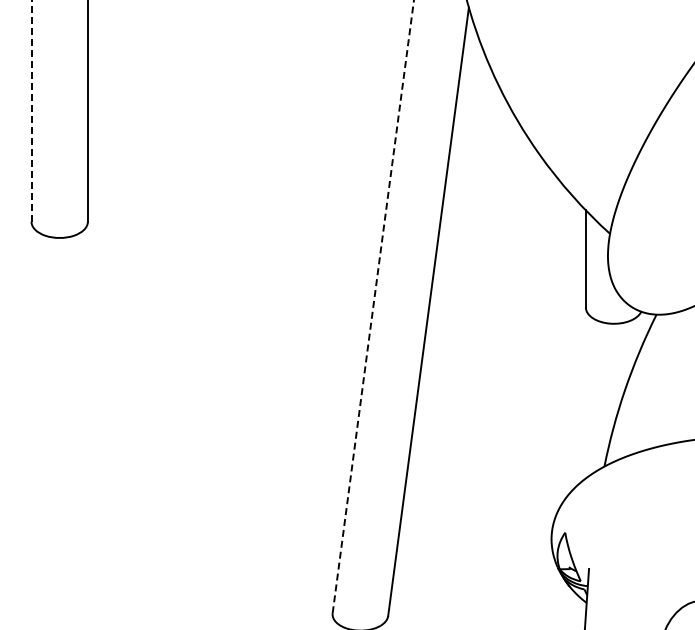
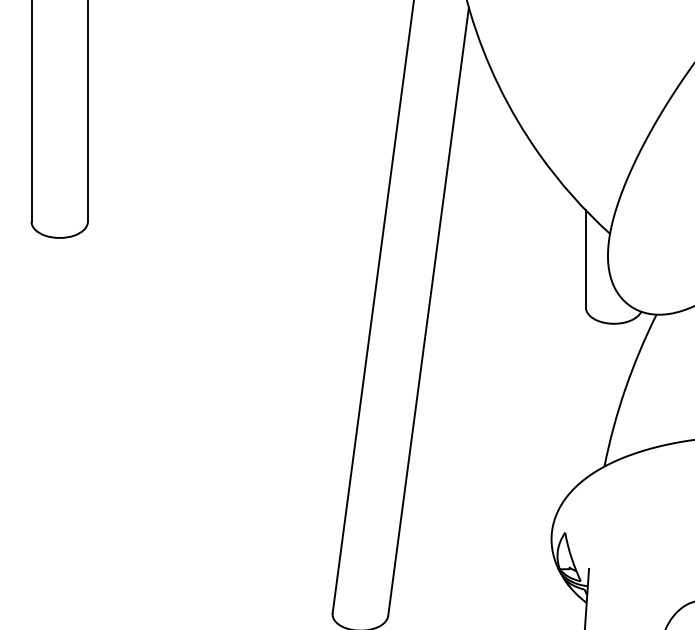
line at (31, 110): dashed -> solid
line at (373, 306): dashed -> solid
